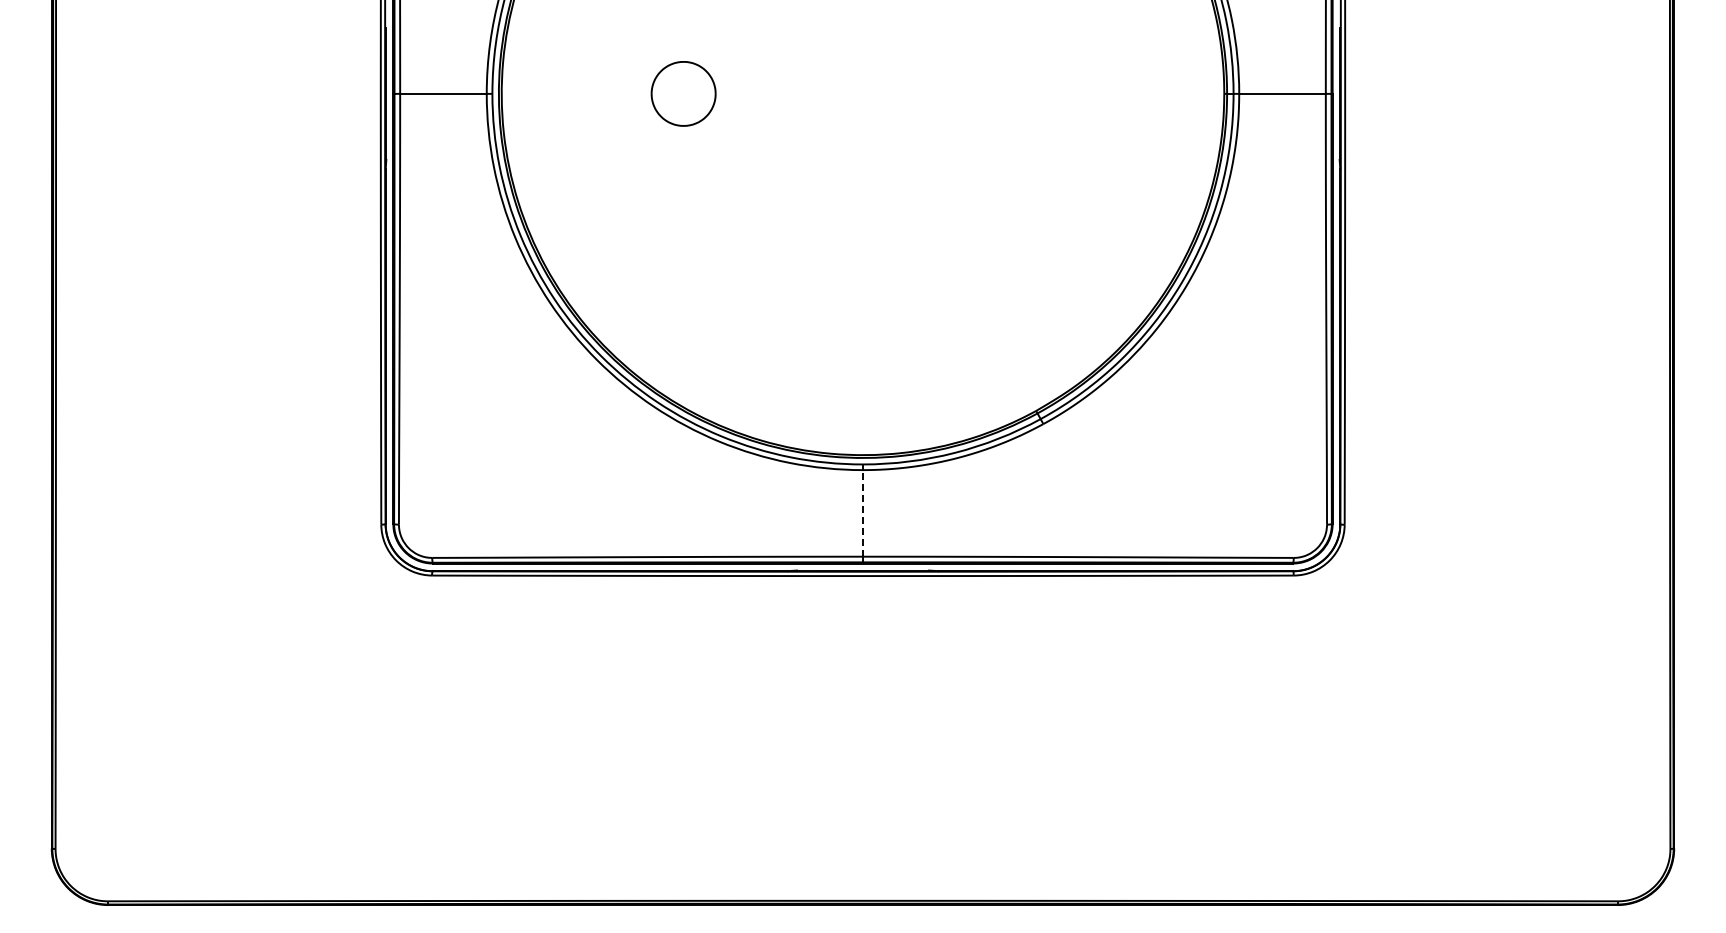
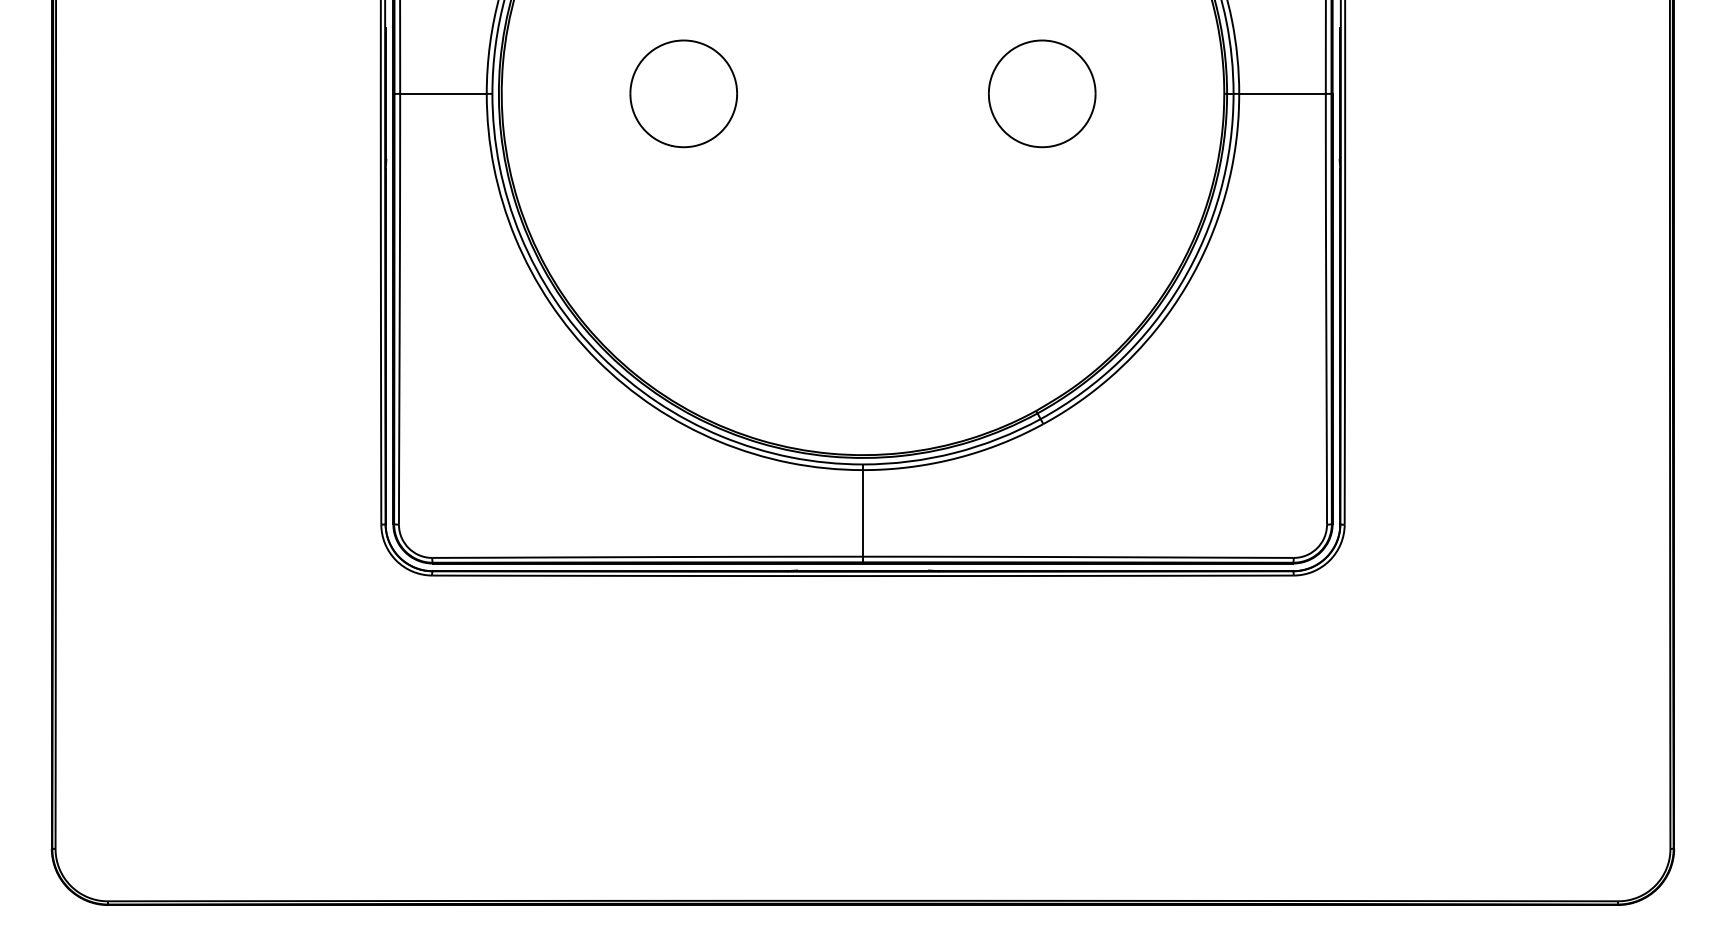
part at (683, 93) size: 67x66 px -> 109x110 px
part at (1042, 93): none -> present
line at (863, 512): dashed -> solid
